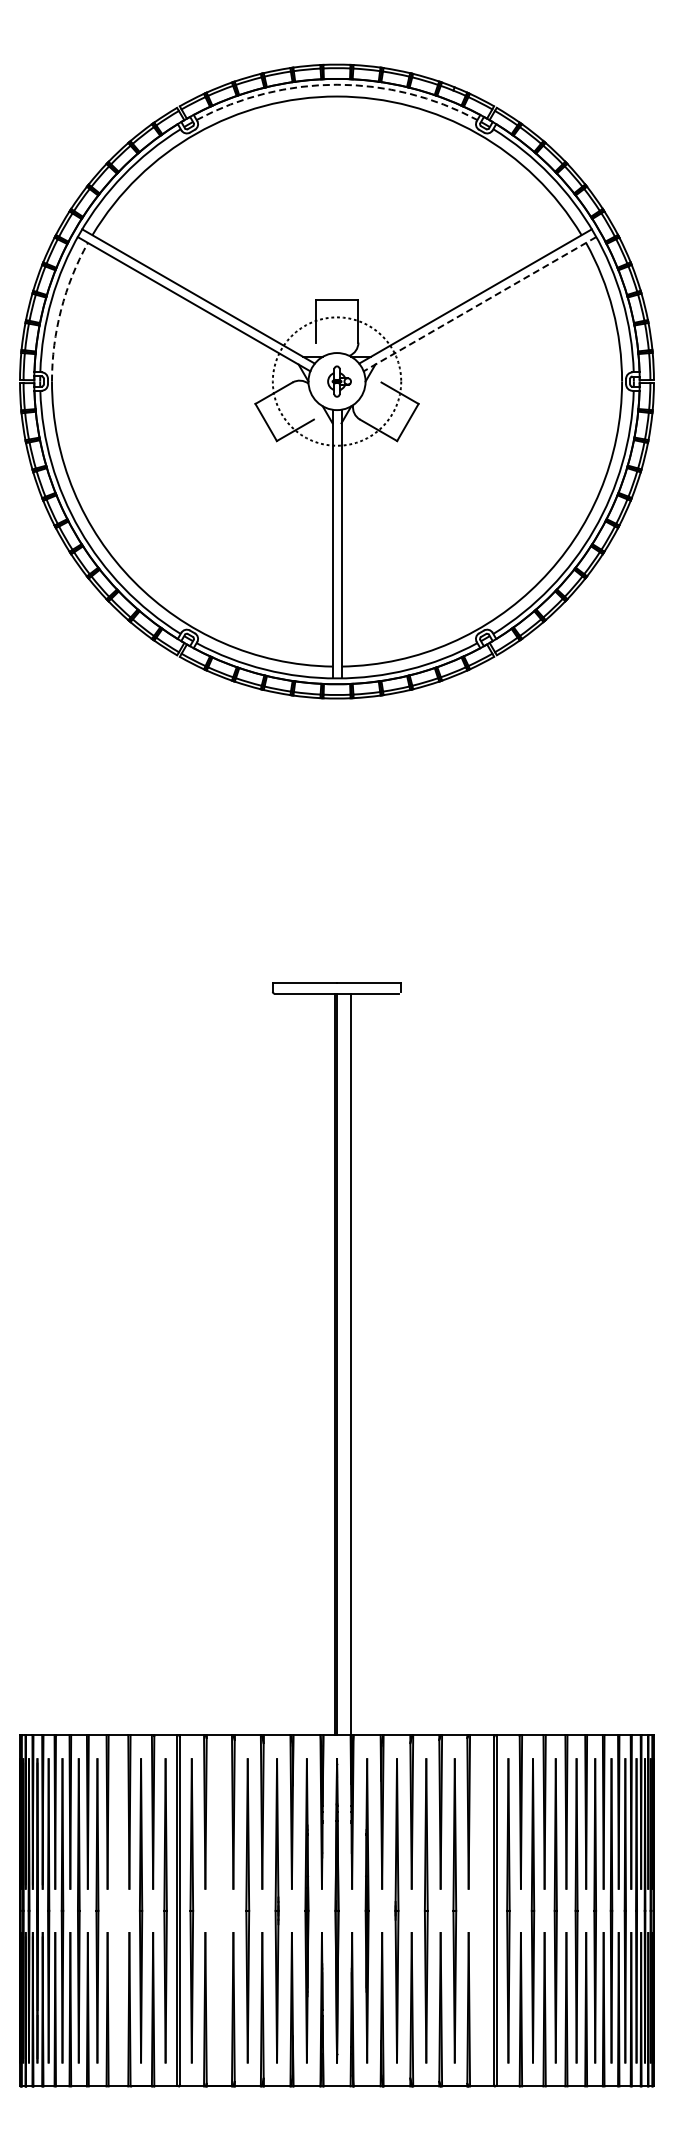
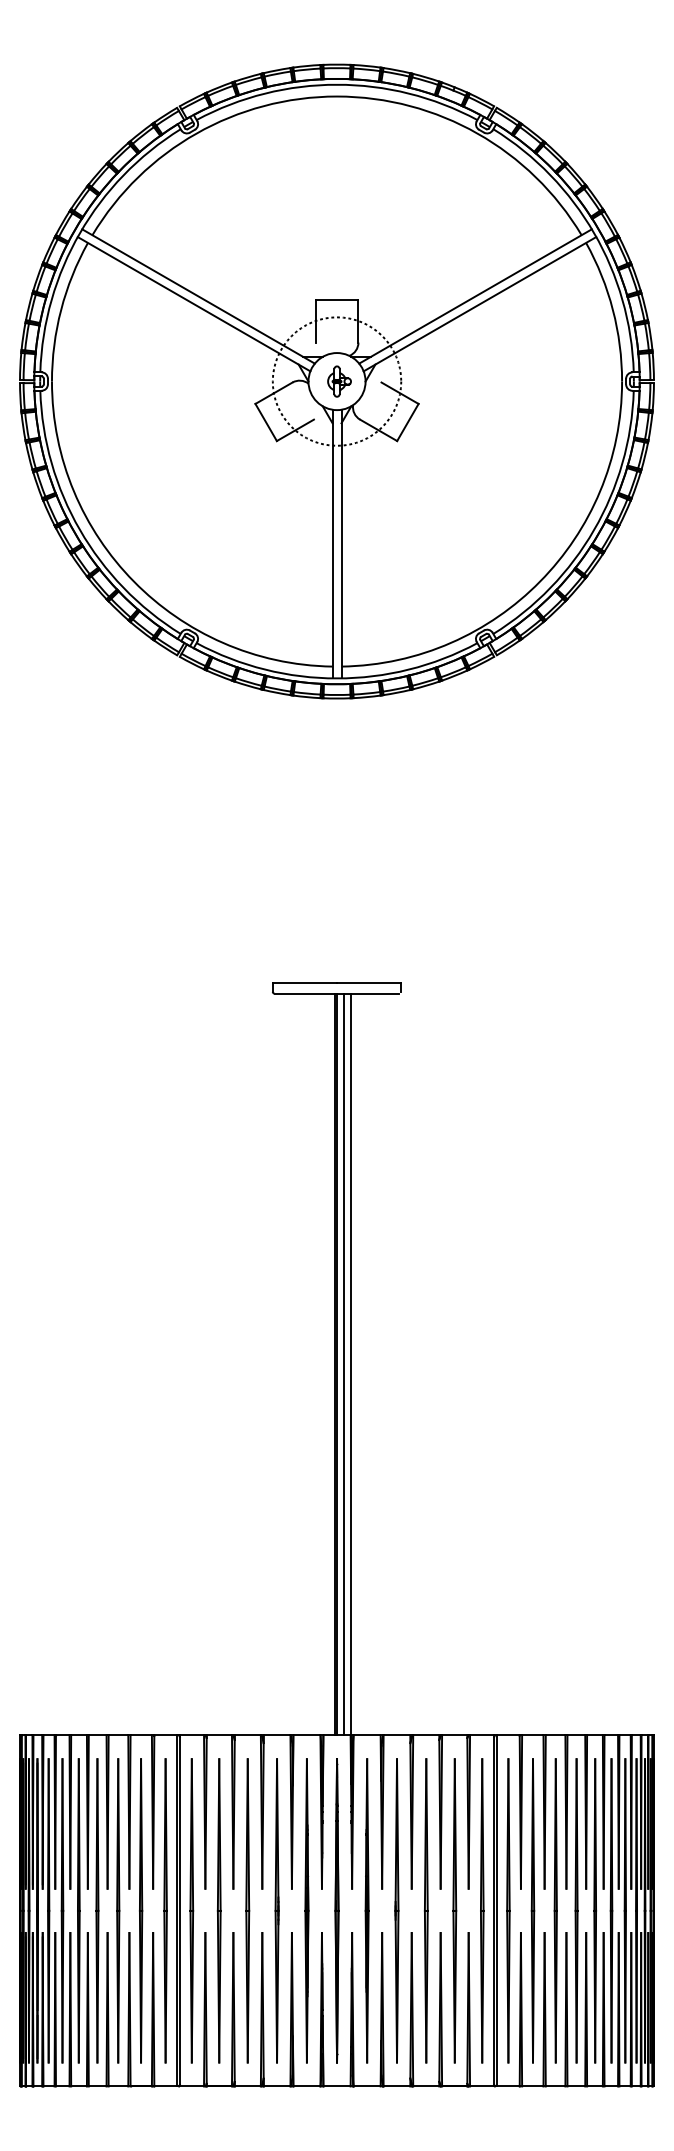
arc at (337, 84): dashed -> solid
line at (479, 304): dashed -> solid
arc at (61, 309): dashed -> solid
line at (344, 1364): none -> present
line at (118, 1910): none -> present
part at (218, 1910): none -> present
line at (482, 1910): none -> present
